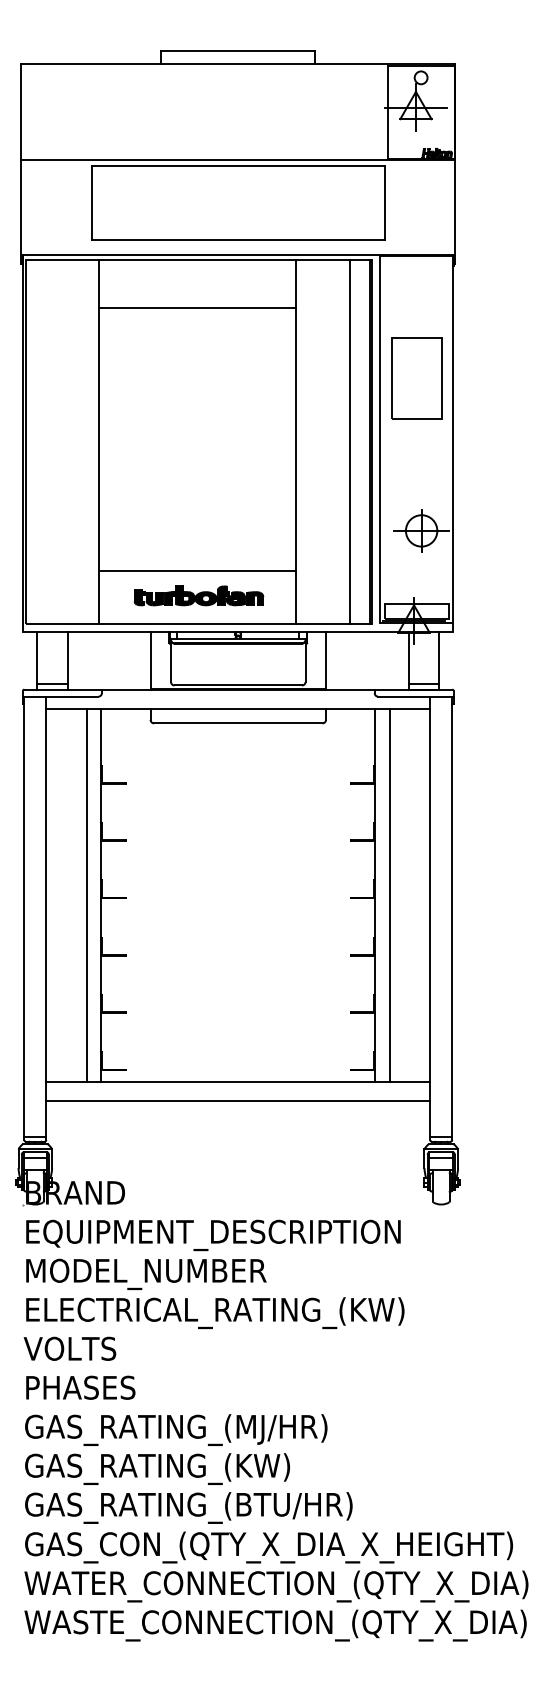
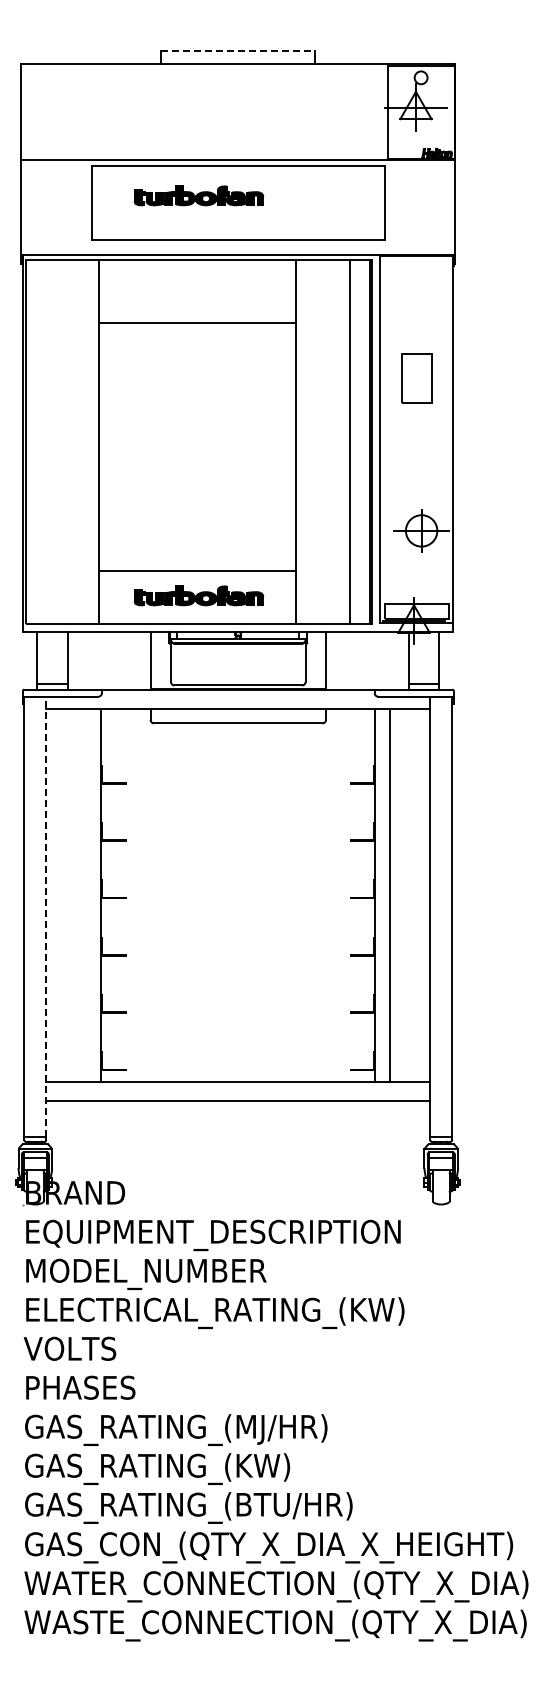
line at (238, 50): solid -> dashed
part at (198, 195): none -> present
line at (197, 307) position: (197, 307) -> (197, 322)
part at (416, 378) size: 52x83 px -> 32x51 px
line at (86, 895): present -> none
line at (46, 916): solid -> dashed
